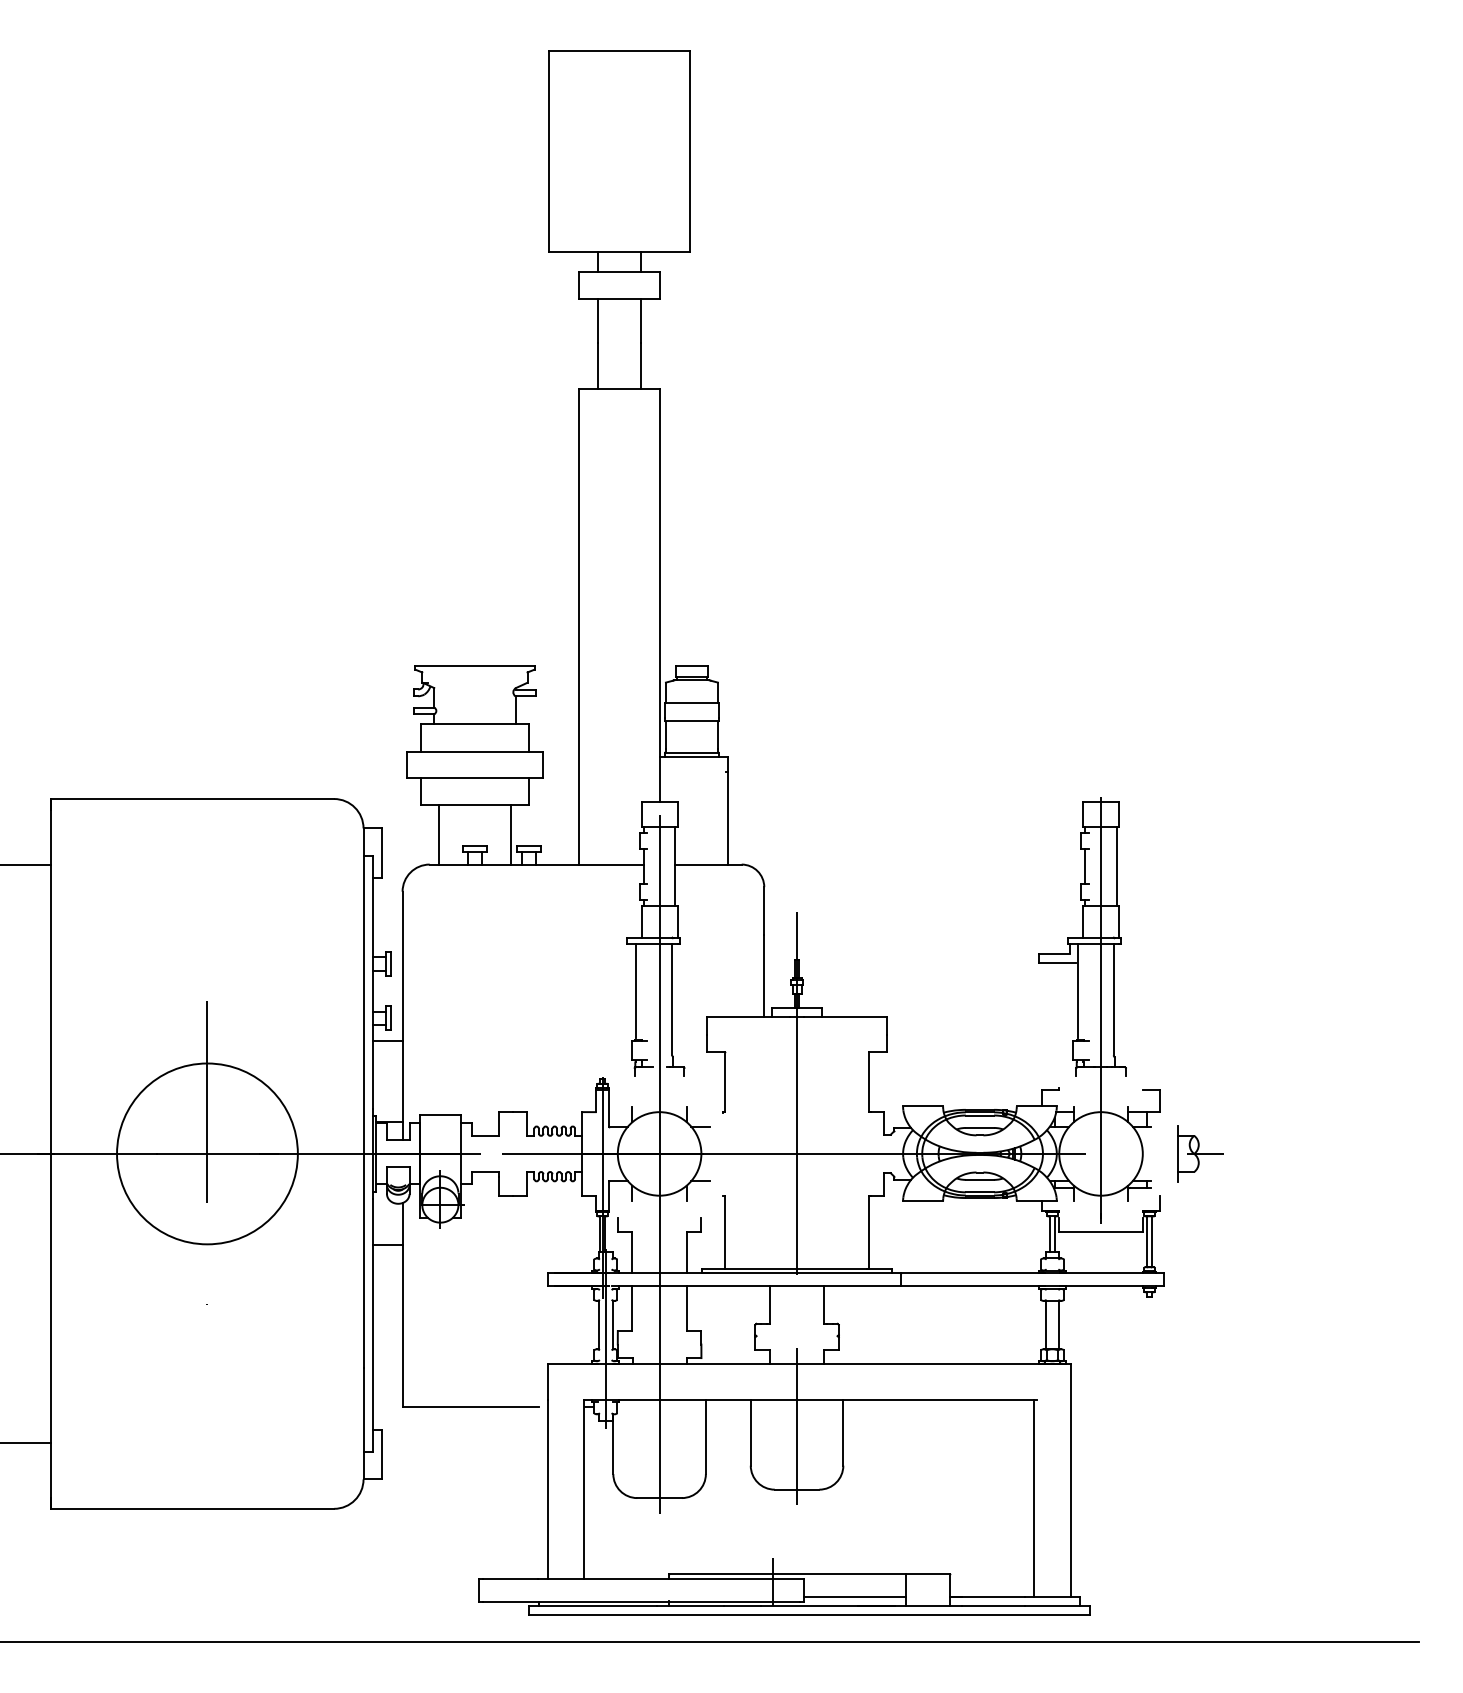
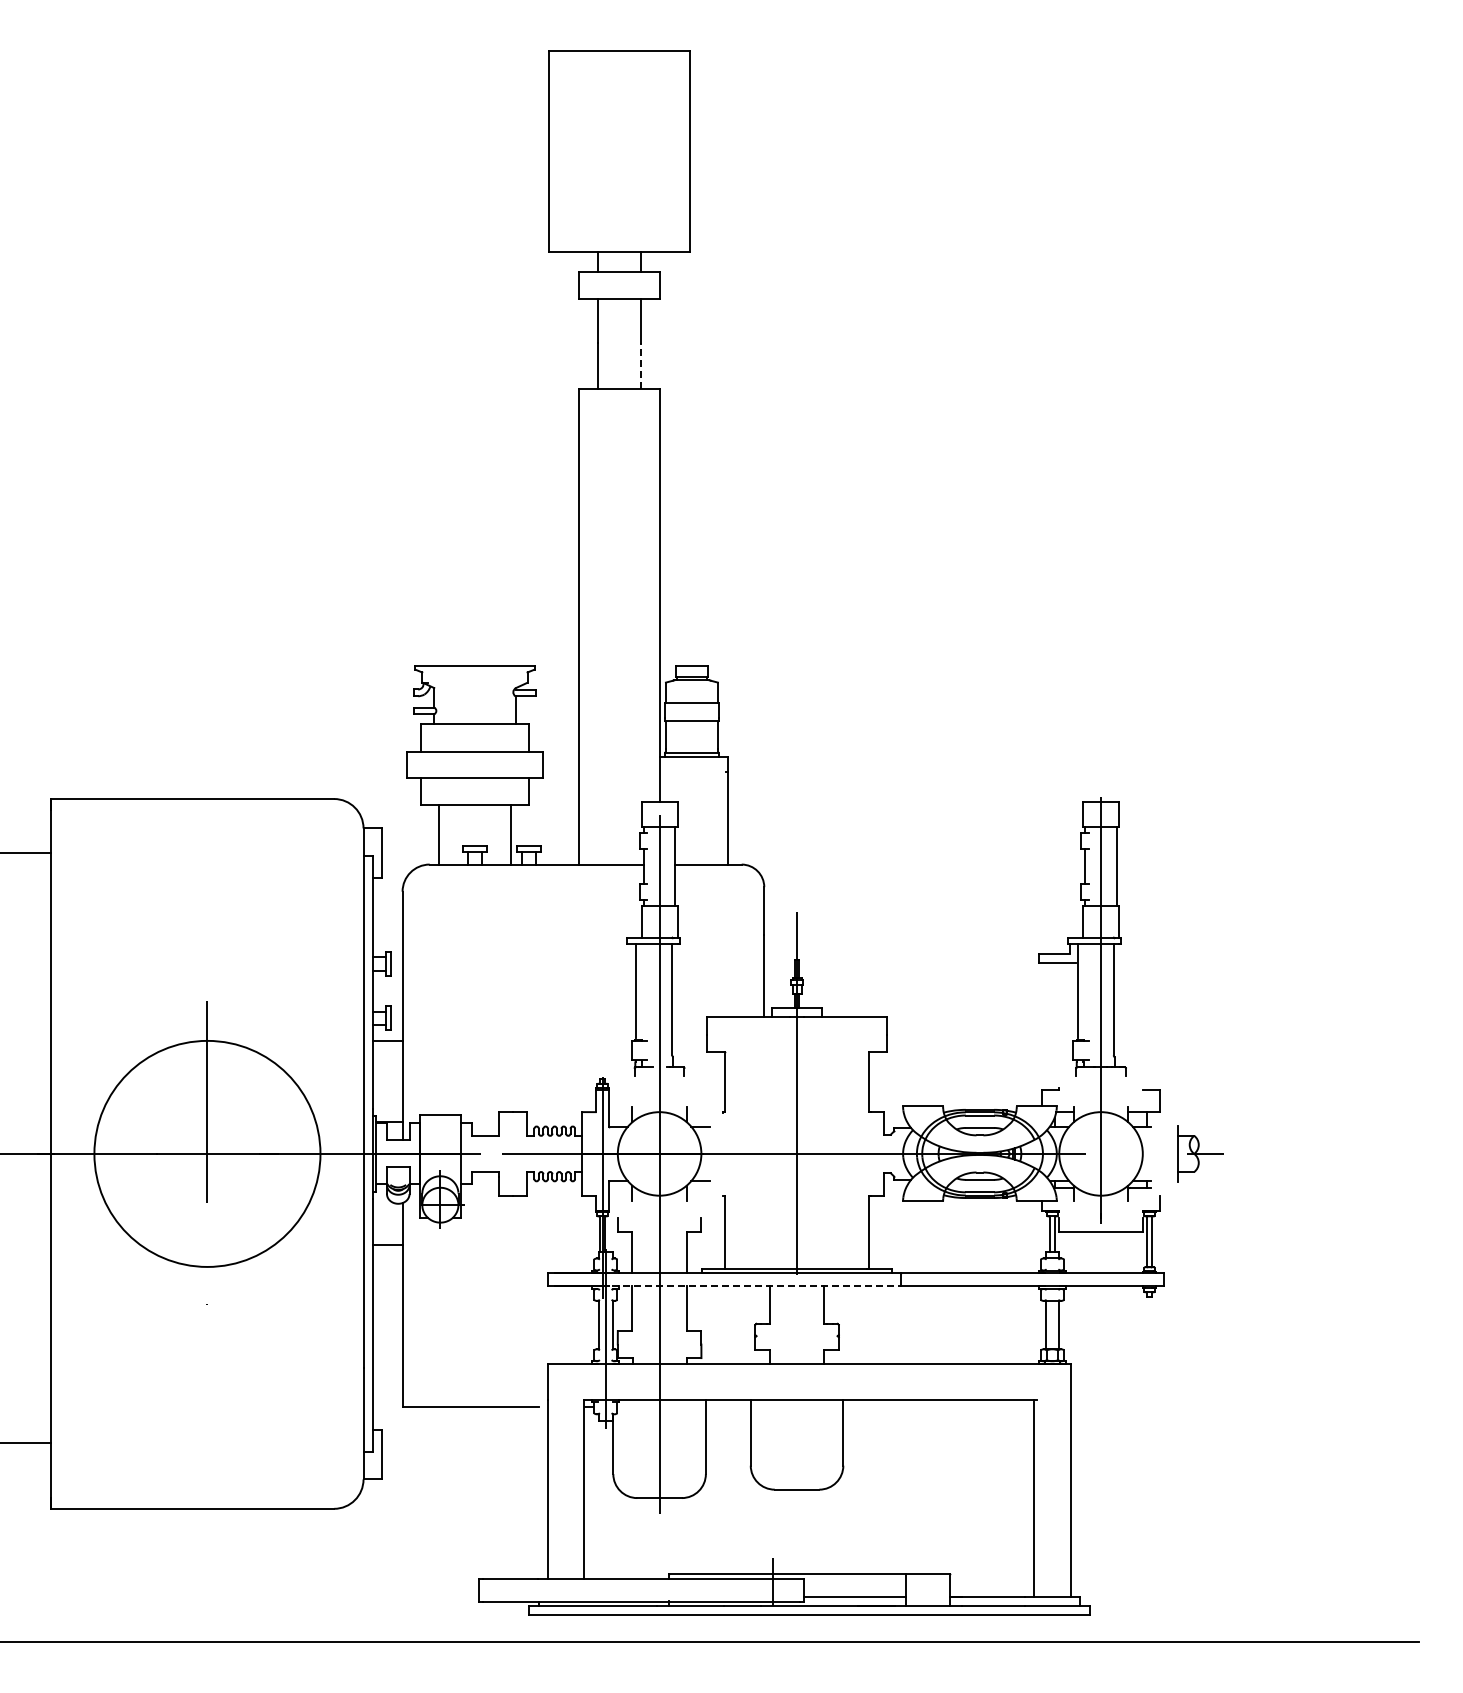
line at (641, 365): solid -> dashed
line at (26, 864) position: (26, 864) -> (26, 852)
circle at (207, 1153) diameter: 181 px -> 226 px
line at (756, 1286): solid -> dashed
line at (797, 1426): present -> none
